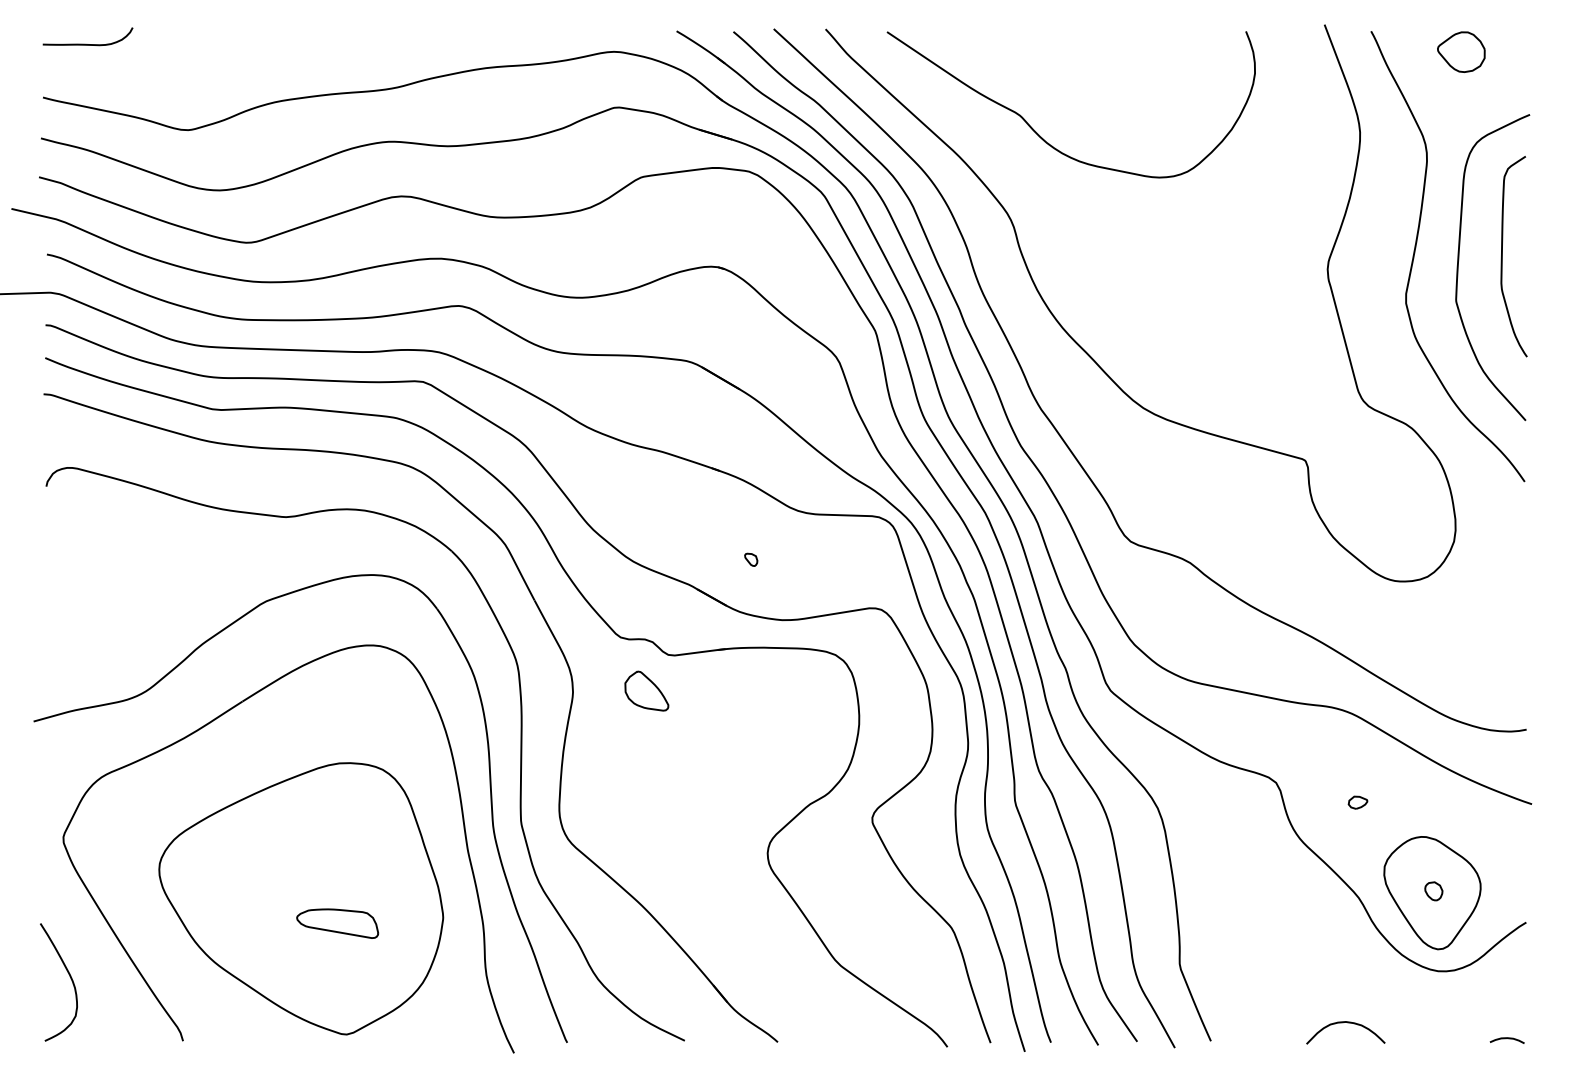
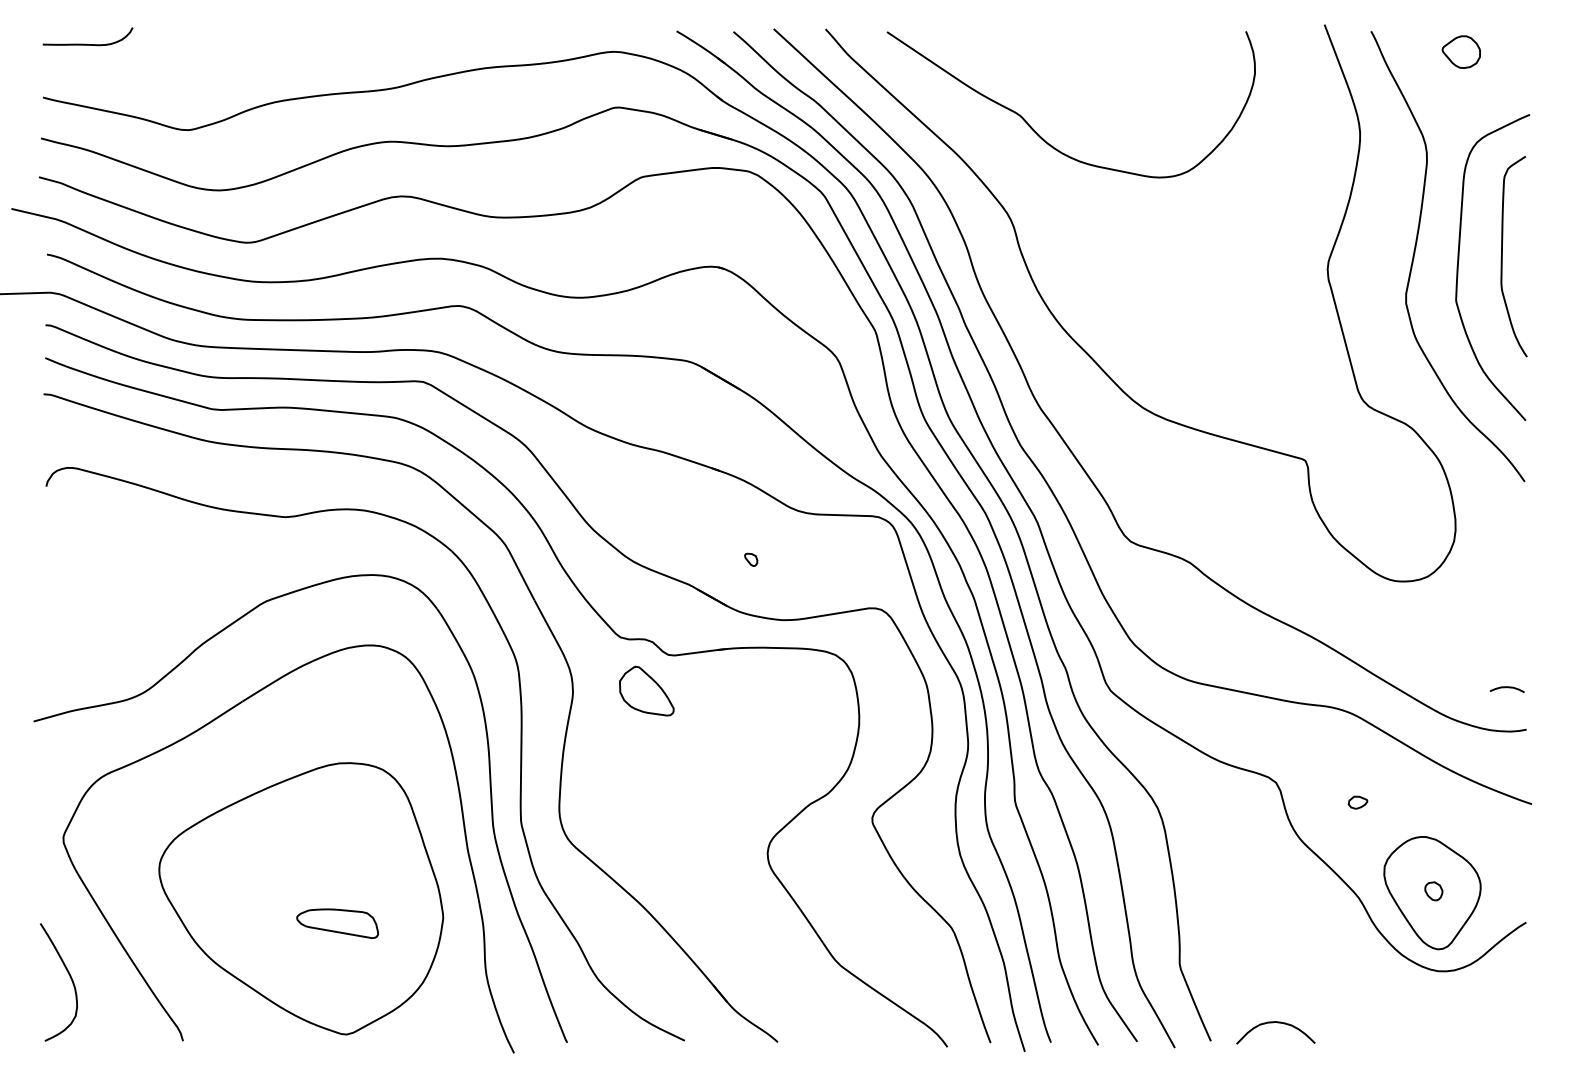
part at (1461, 51) size: 49x42 px -> 40x34 px
part at (646, 690) size: 46x42 px -> 56x52 px
curve at (1343, 1023) position: (1343, 1023) -> (1273, 1023)
curve at (1506, 1039) position: (1506, 1039) -> (1506, 688)
